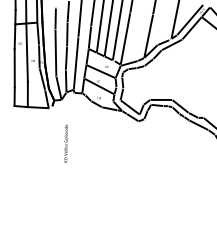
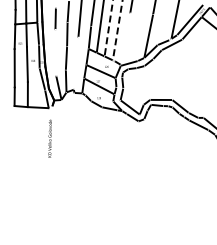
line at (108, 27): solid -> dashed
line at (117, 30): solid -> dashed
line at (125, 38): present -> none
line at (55, 52): present -> none
line at (75, 63): present -> none
text at (65, 143) position: (65, 143) -> (49, 138)
